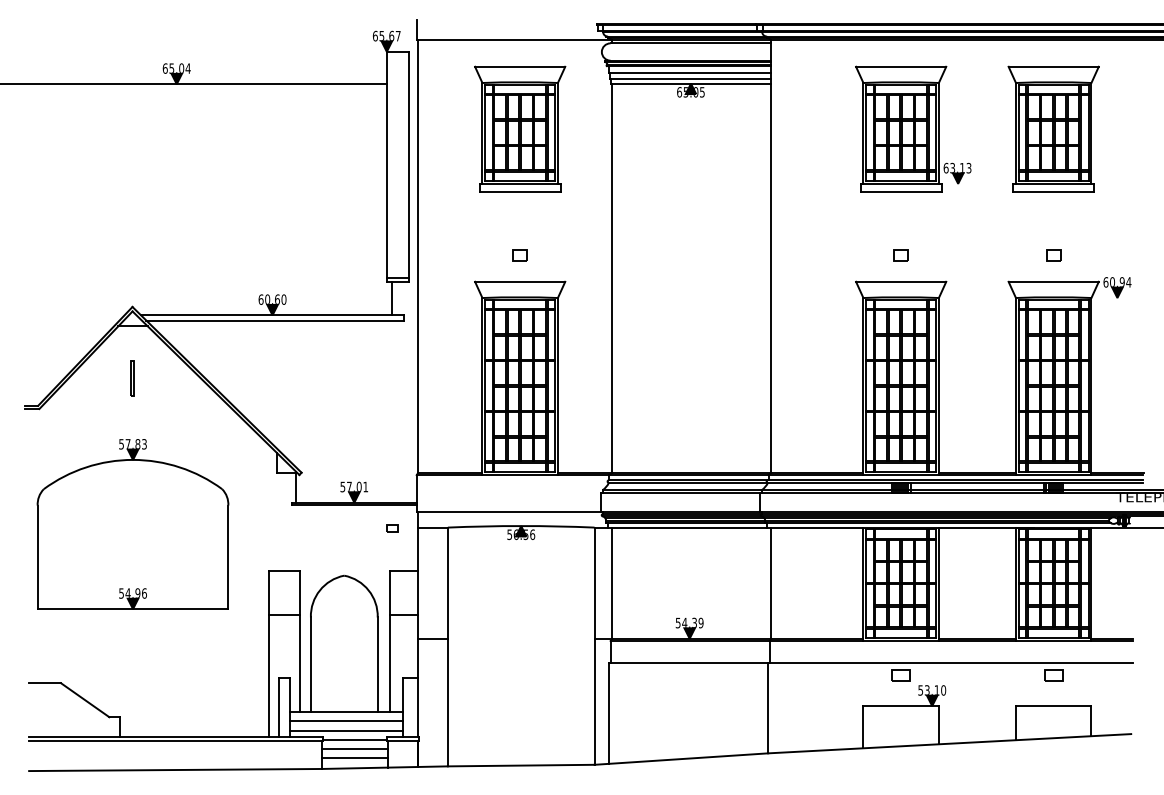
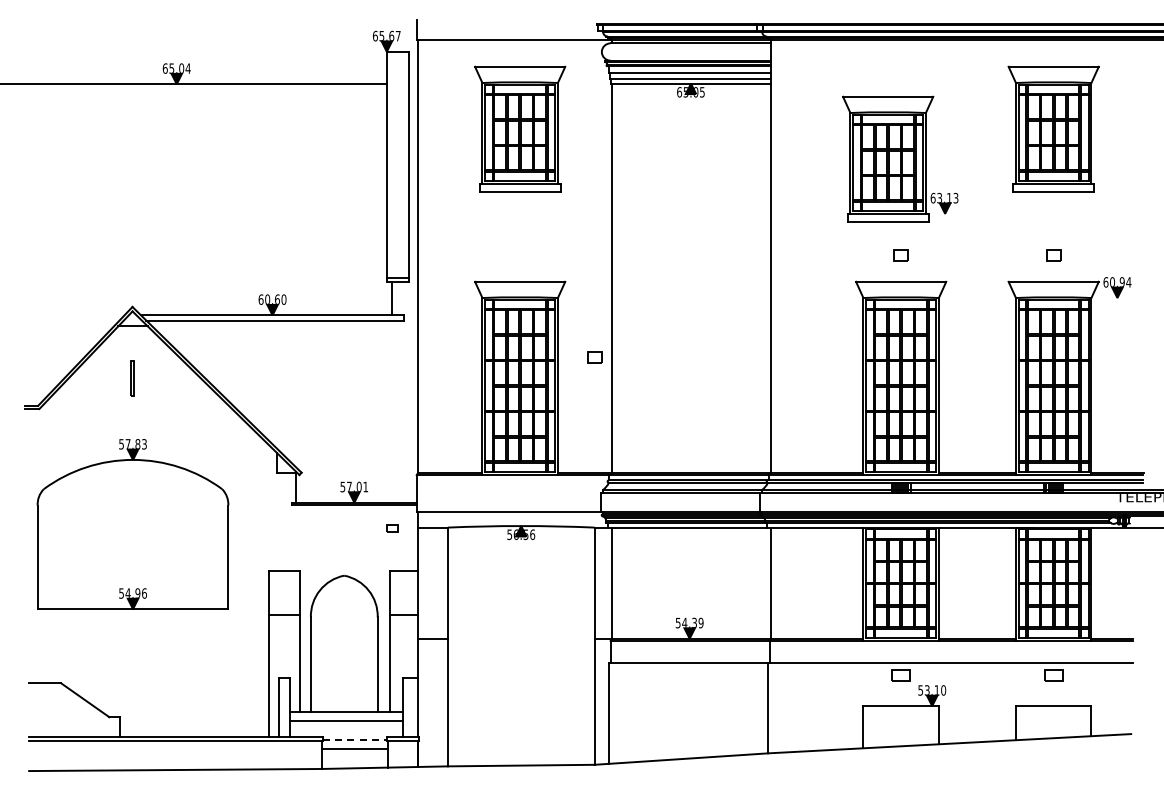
part at (913, 128) position: (913, 128) -> (900, 158)
part at (519, 255) position: (519, 255) -> (594, 357)
line at (346, 730): present -> none
line at (355, 739): solid -> dashed
line at (354, 758): present -> none
